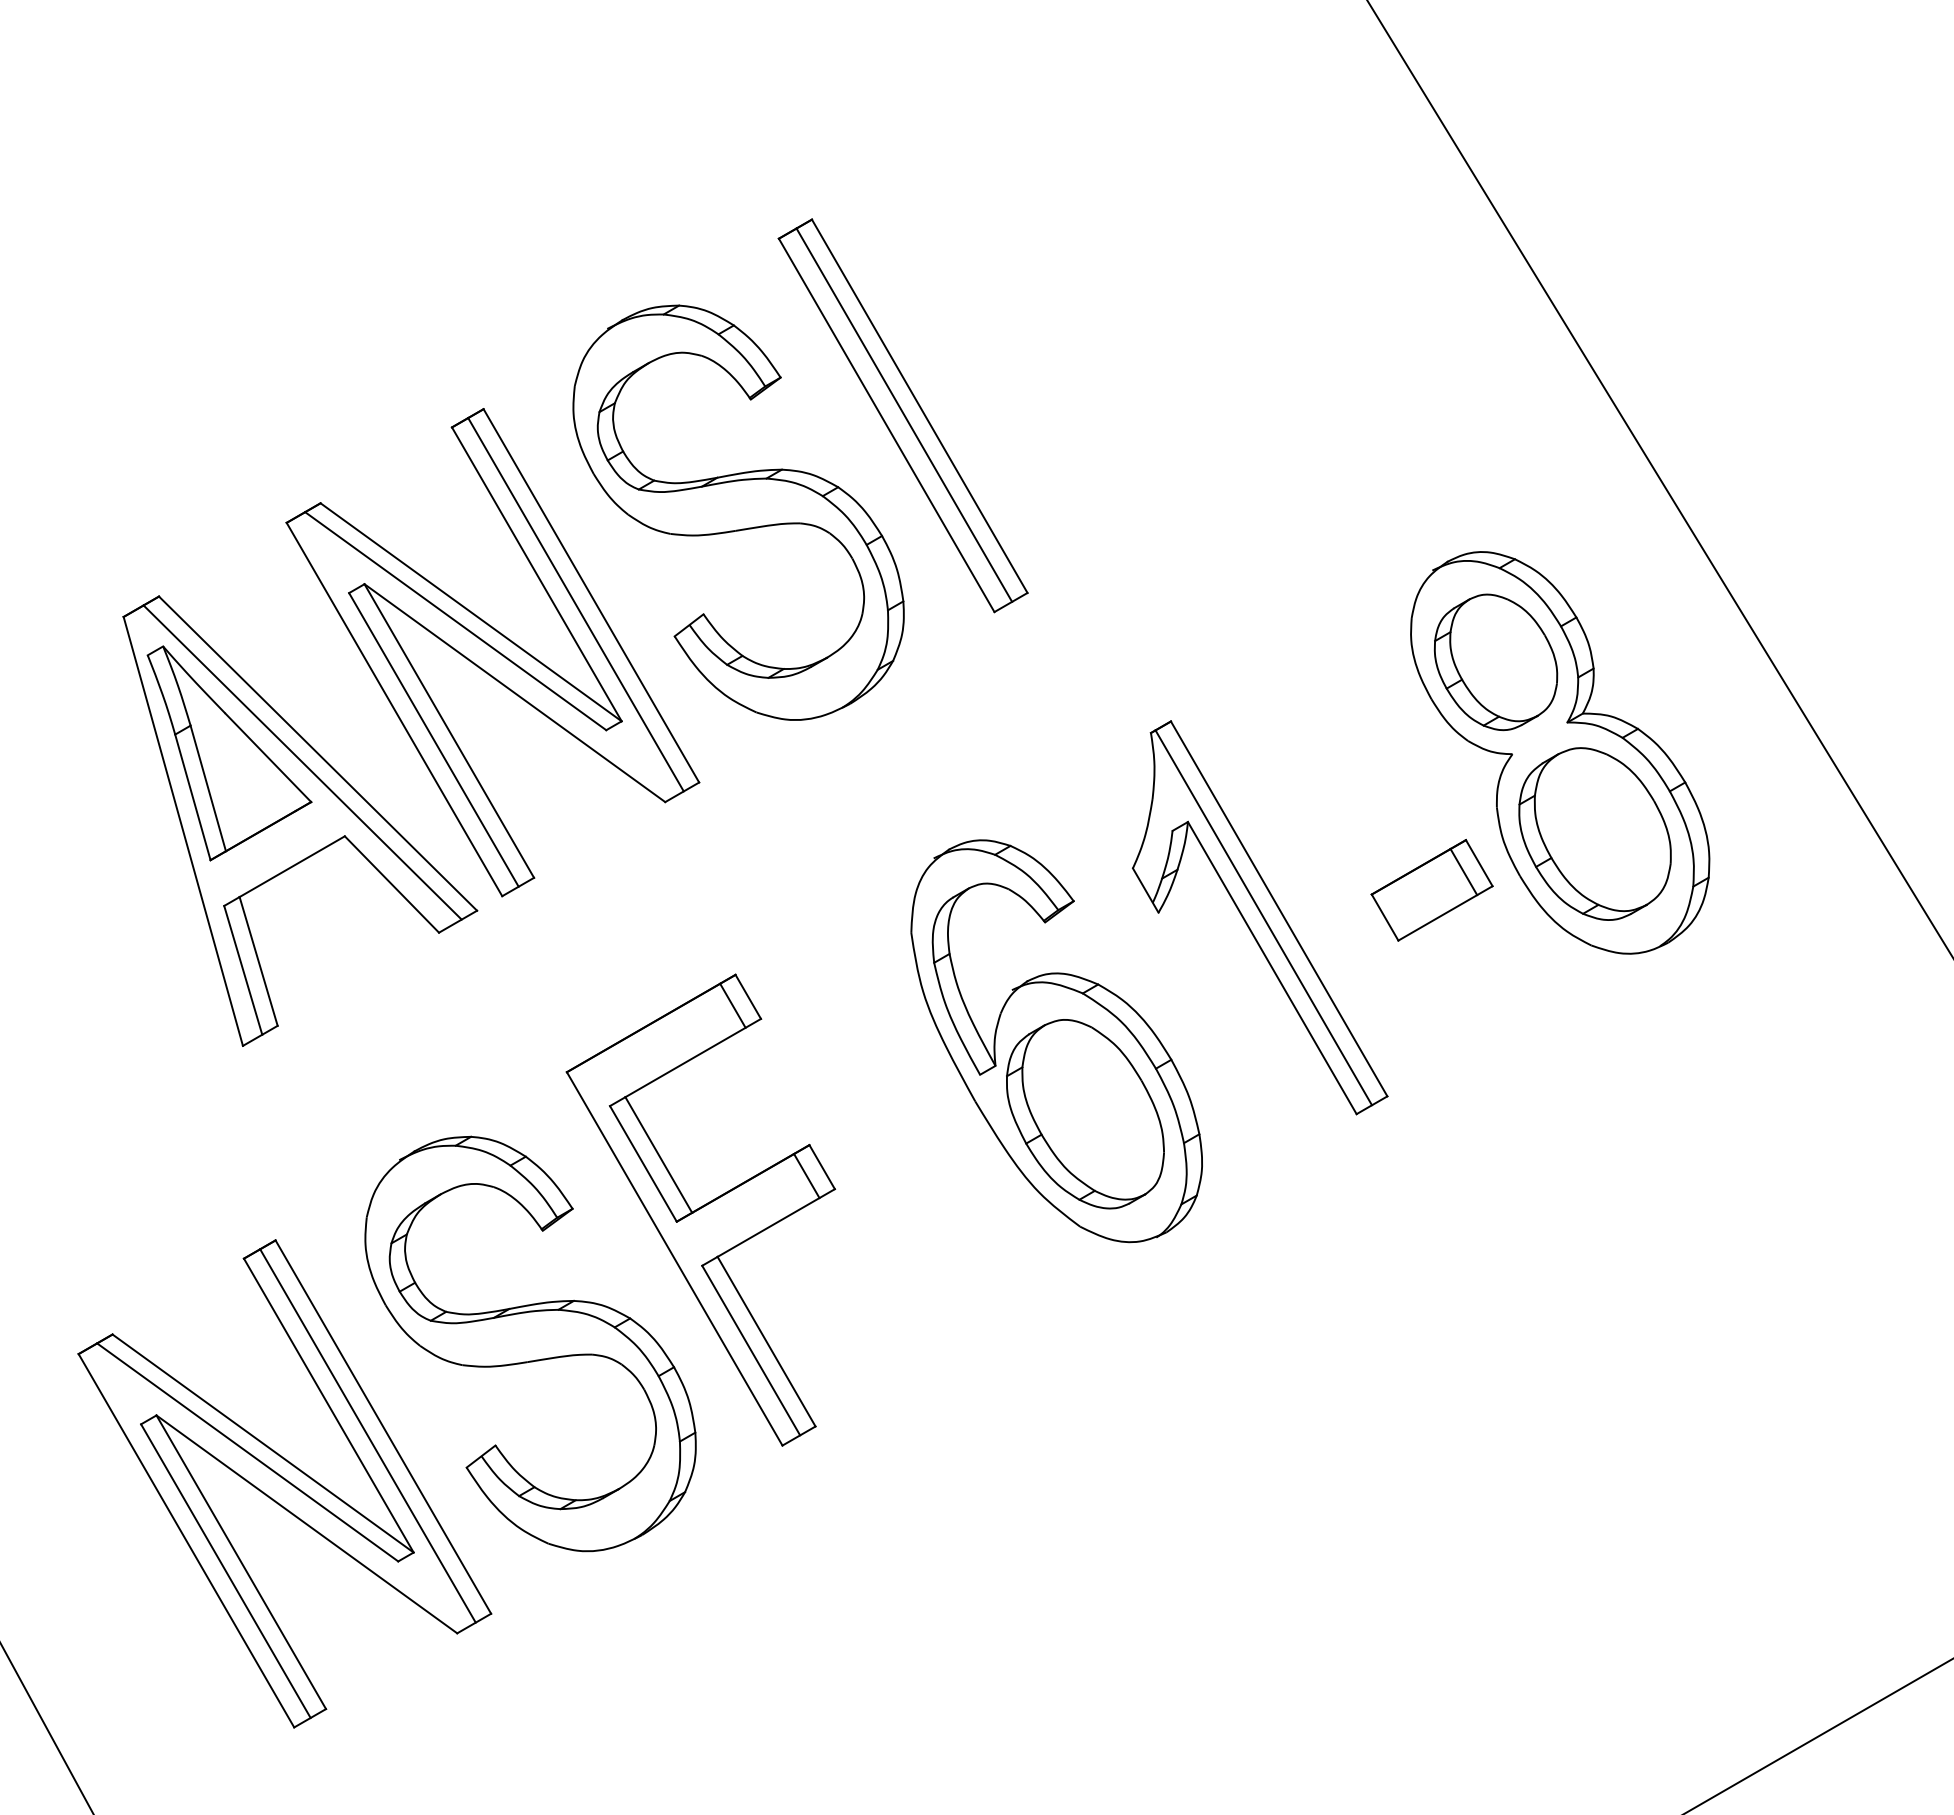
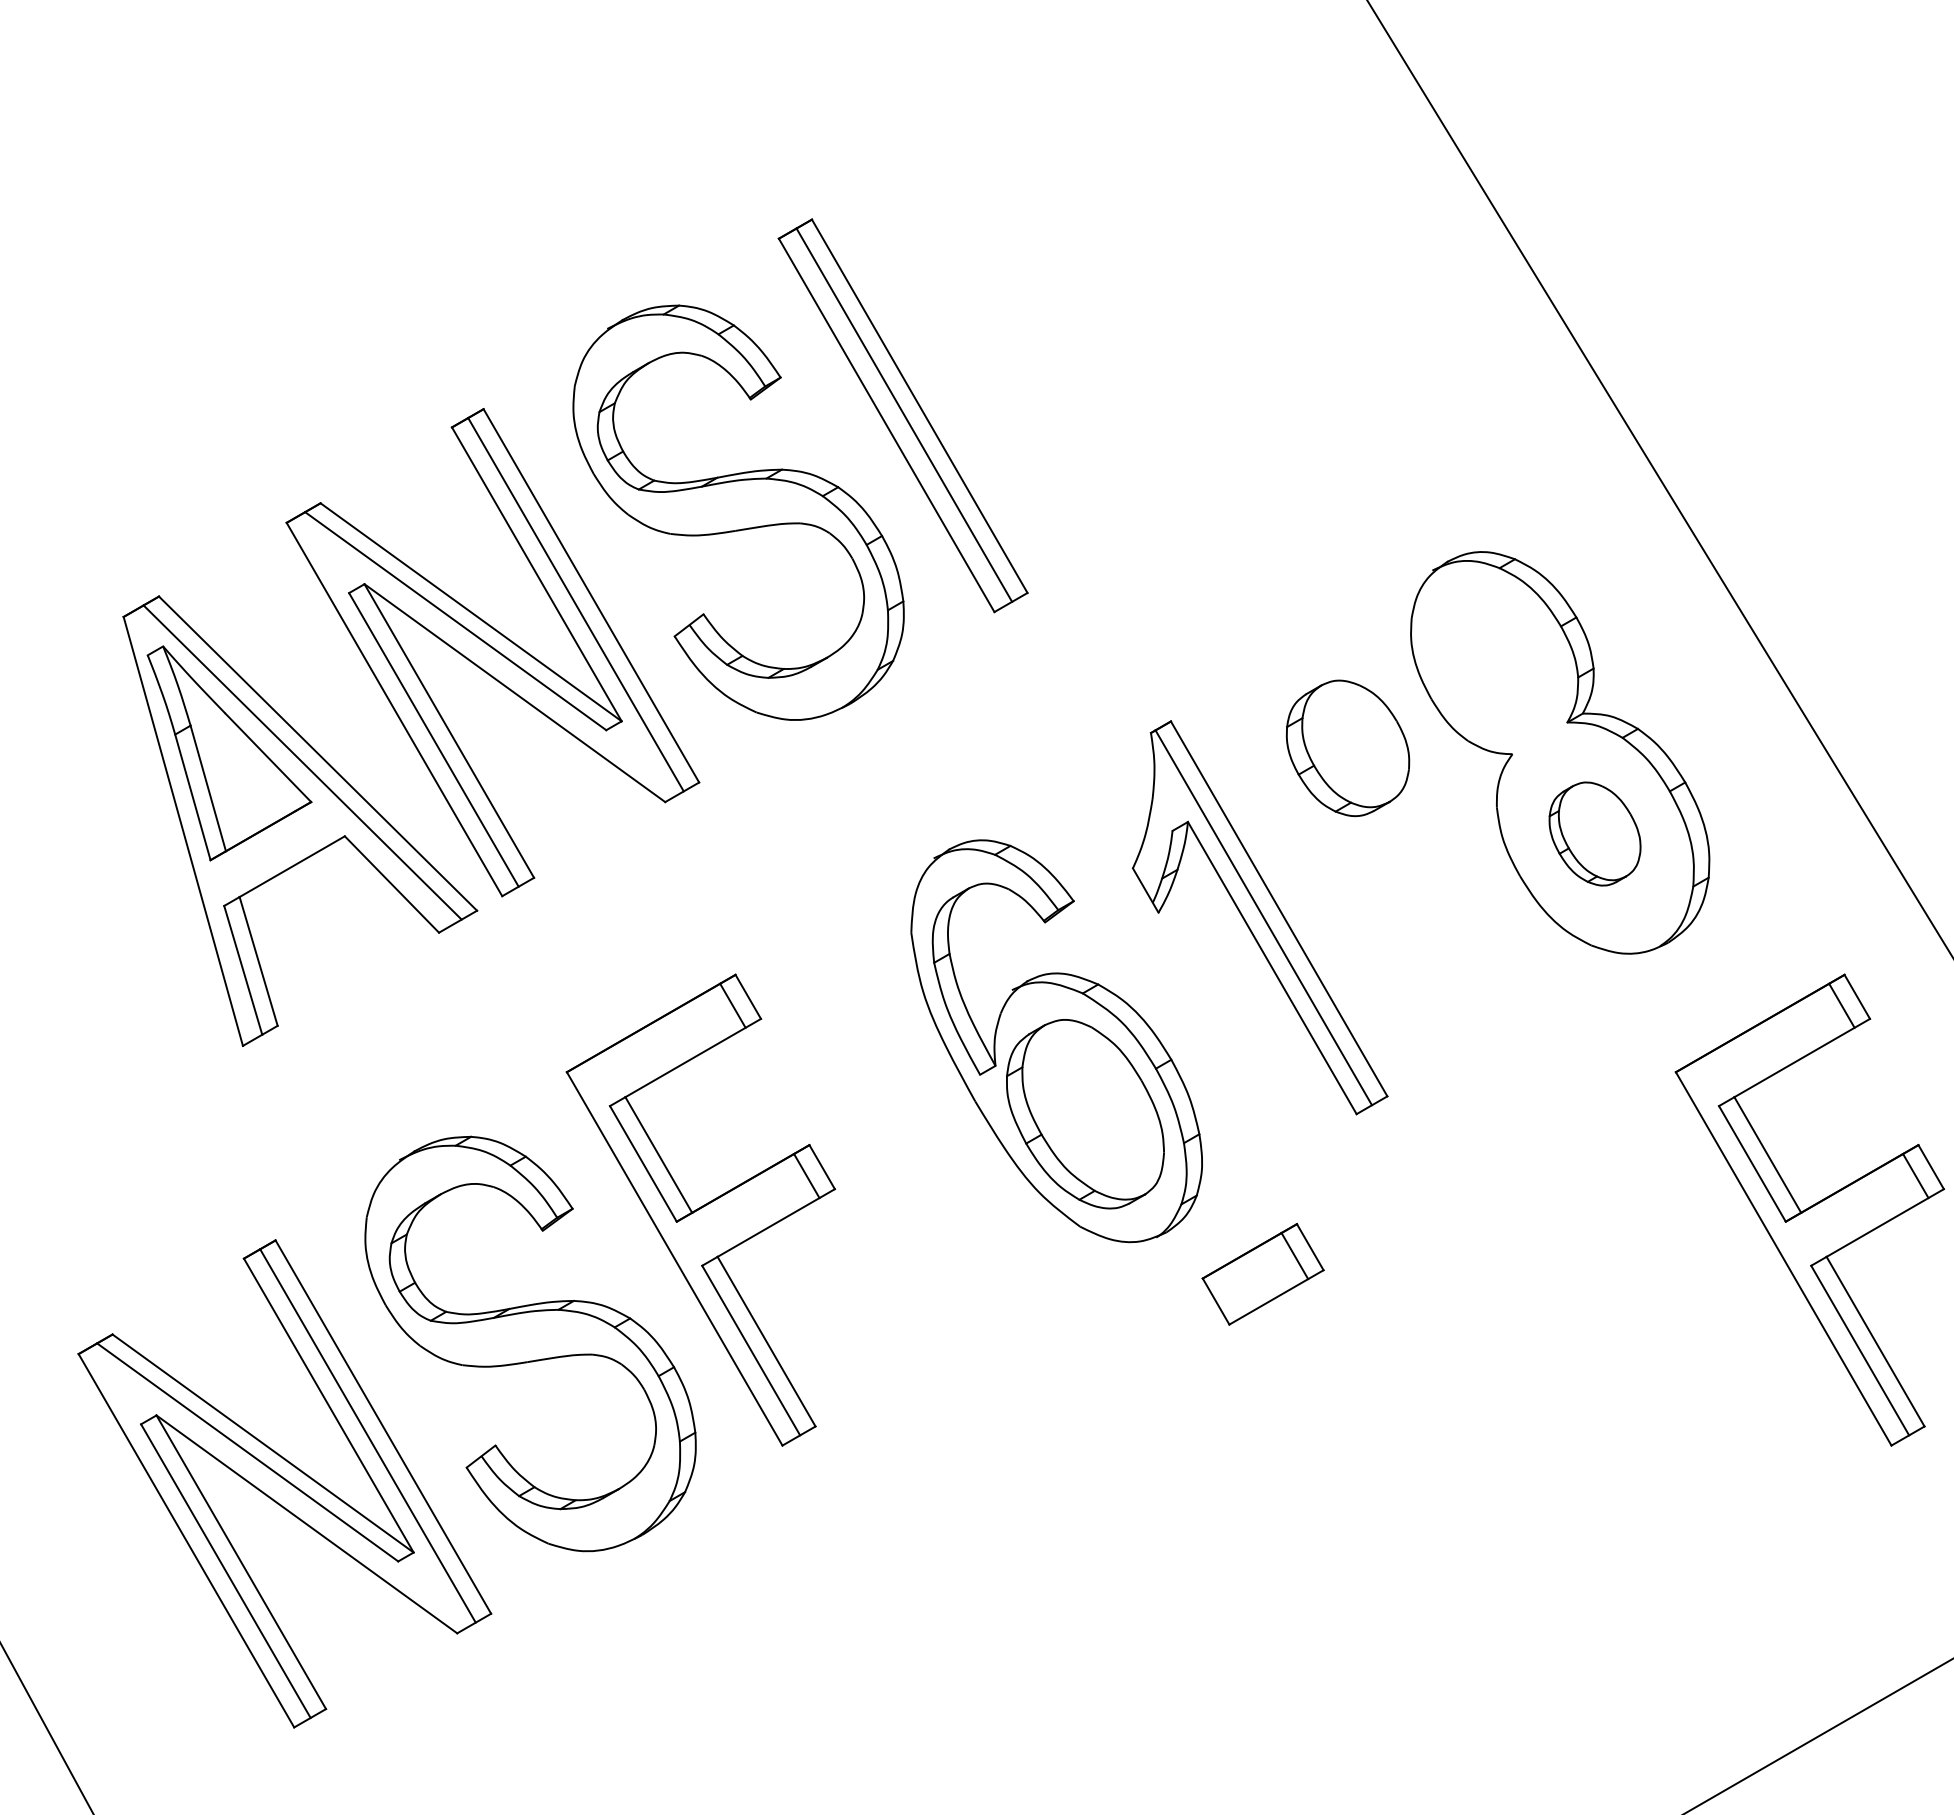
part at (1495, 662) position: (1495, 662) -> (1347, 748)
part at (1594, 833) size: 154x174 px -> 94x106 px
part at (1431, 890) position: (1431, 890) -> (1262, 1274)
part at (1809, 1209): none -> present
